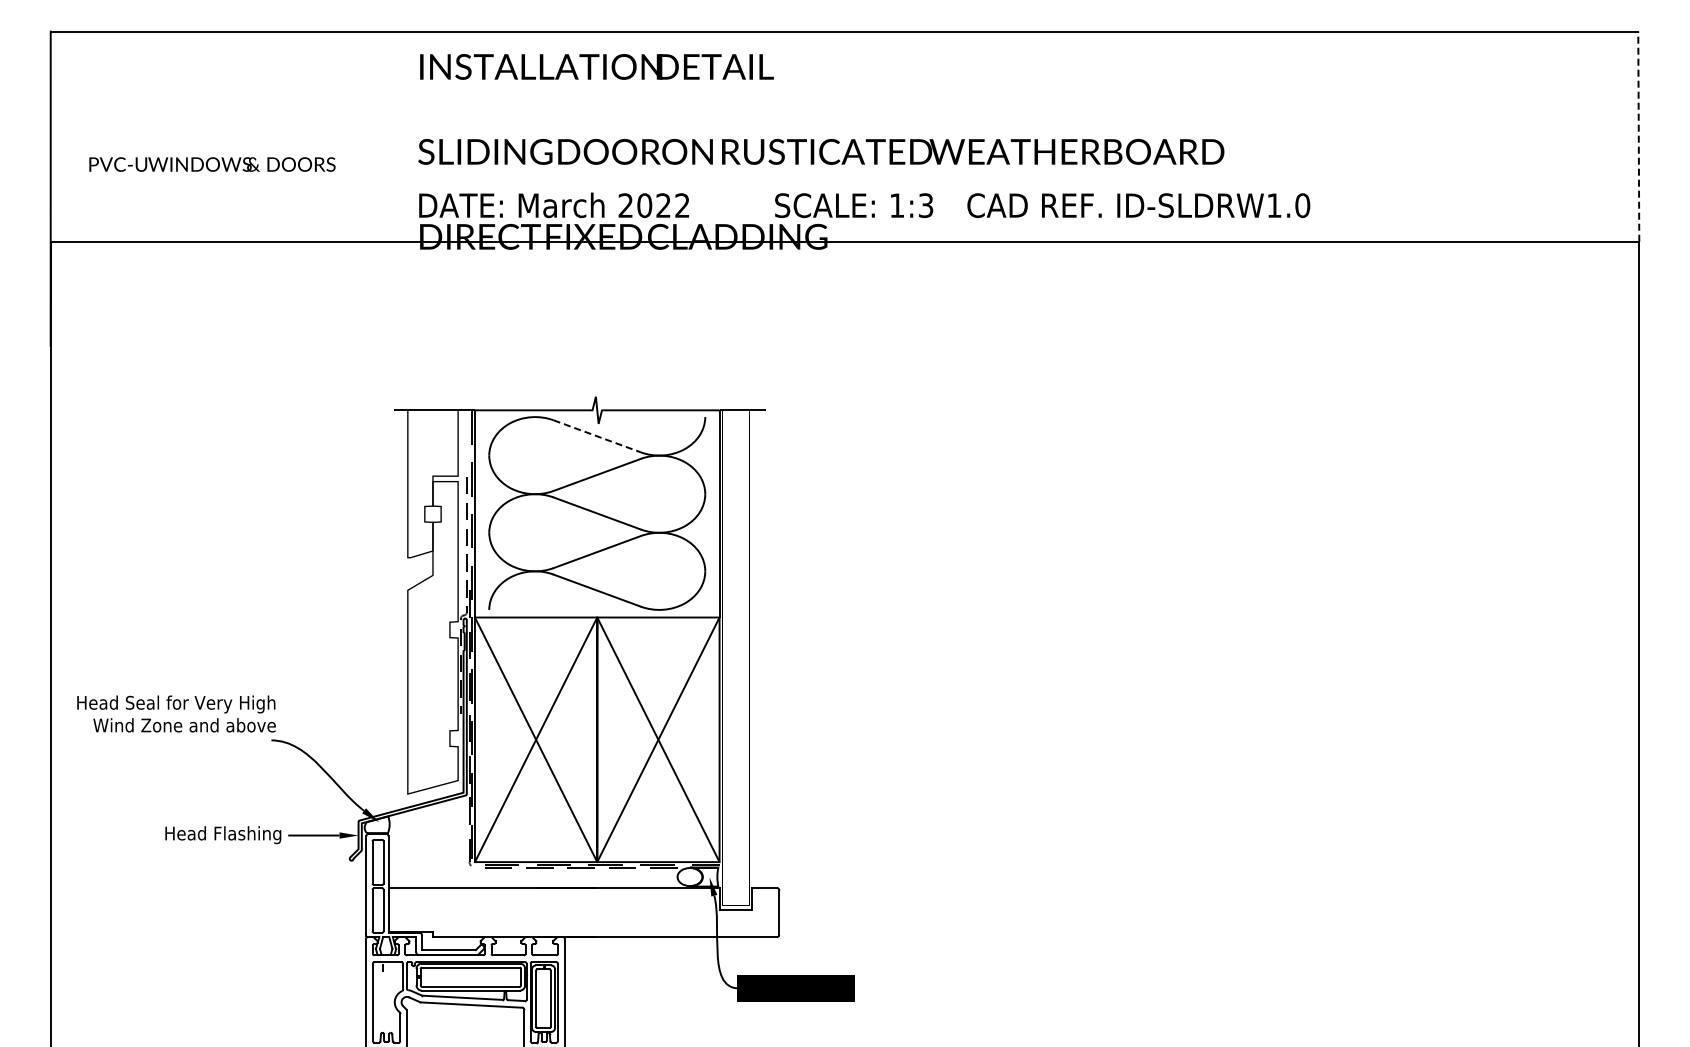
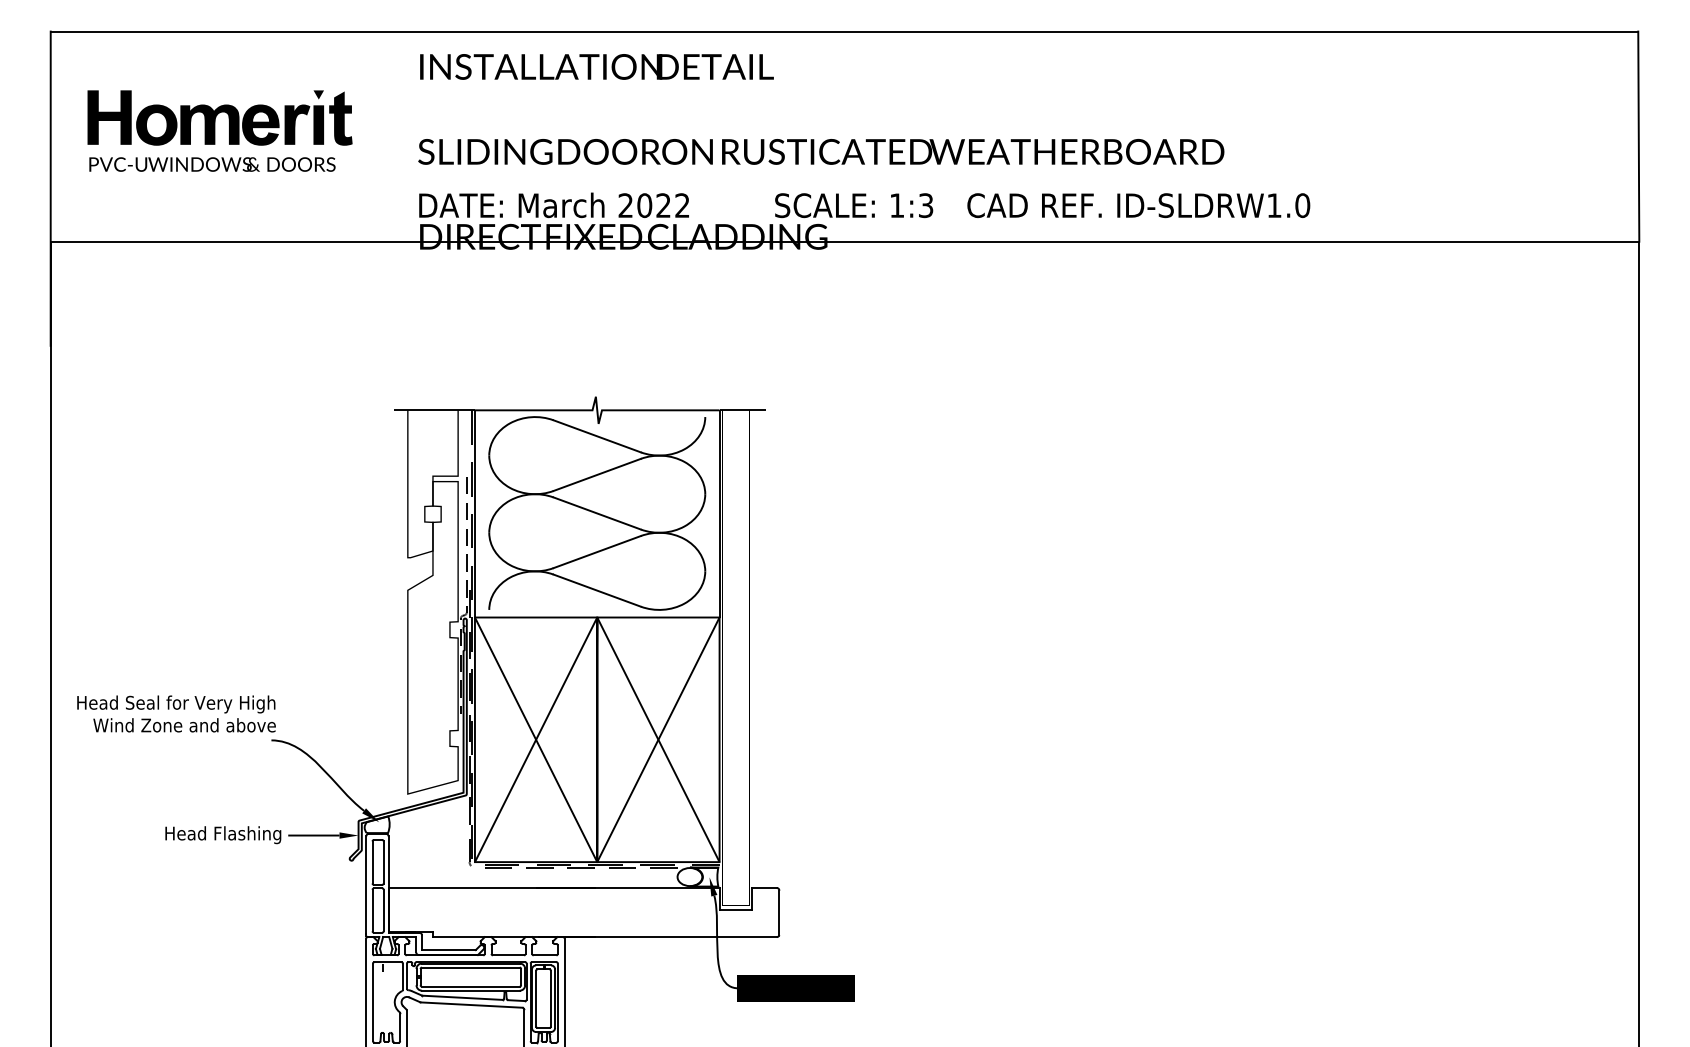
part at (219, 117): none -> present
line at (1638, 136): dashed -> solid
line at (597, 436): dashed -> solid
